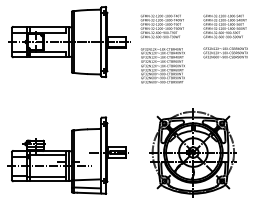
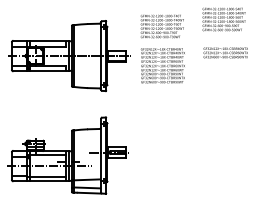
text at (224, 26) position: (224, 26) -> (223, 19)
part at (69, 42) position: (69, 42) -> (69, 56)
part at (192, 152): present -> none
